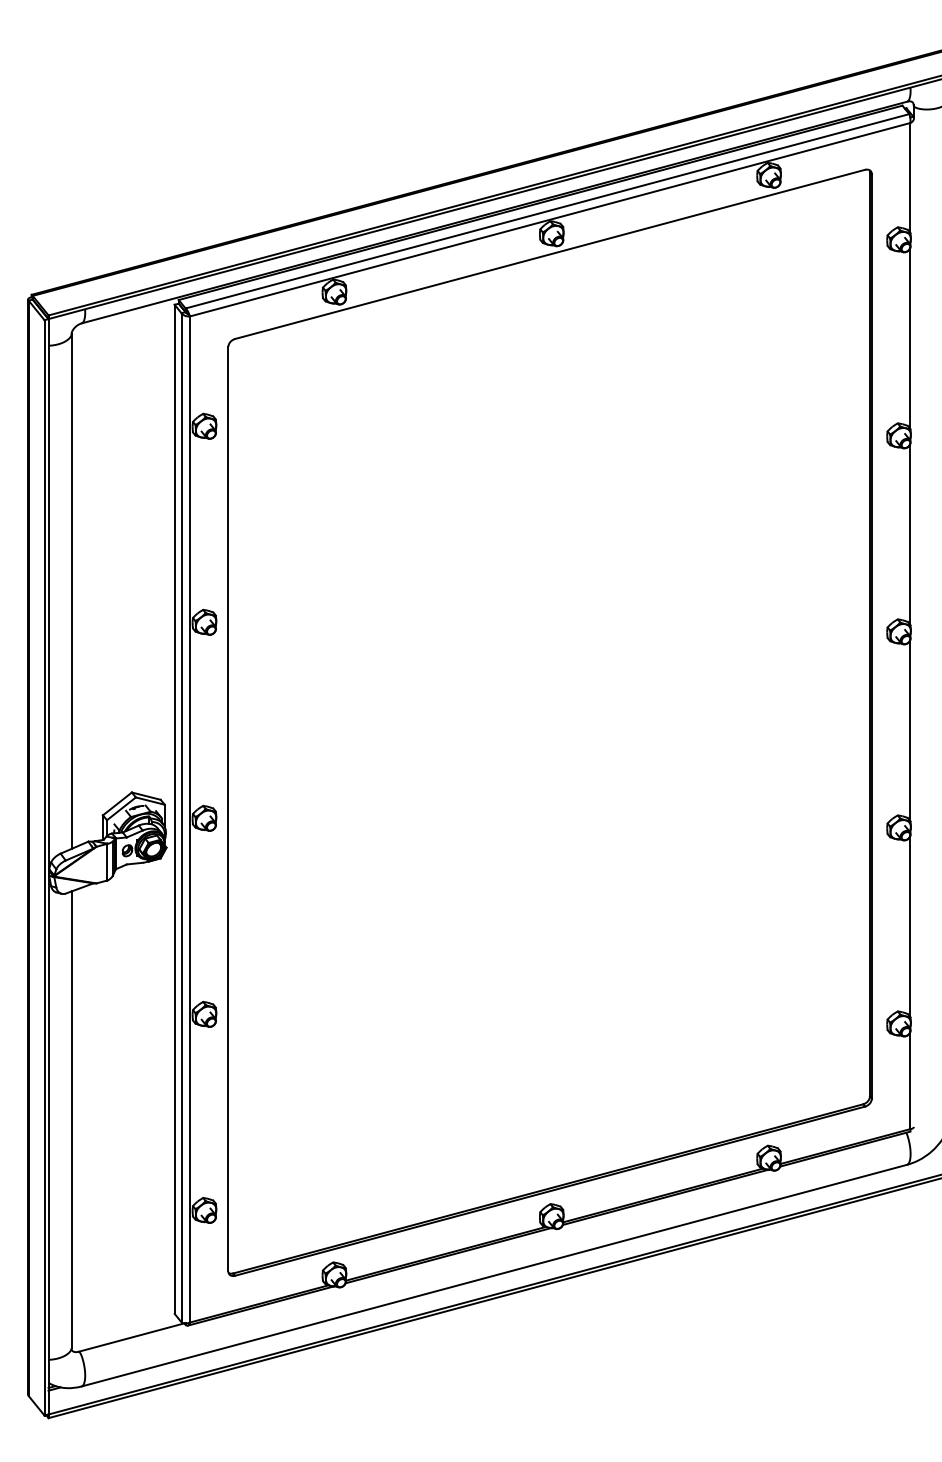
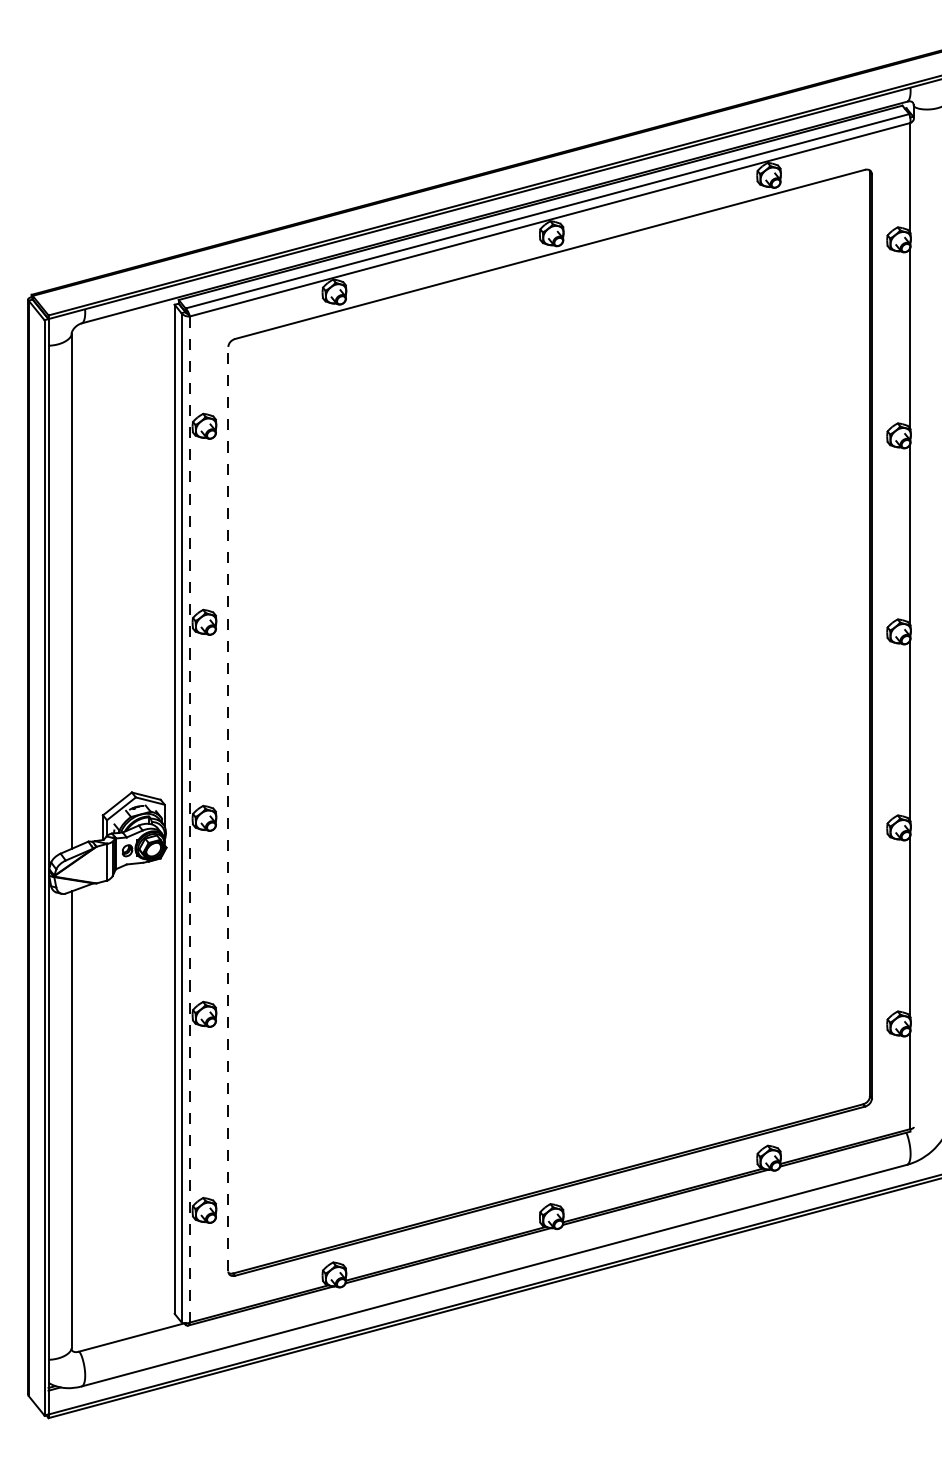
line at (228, 808): solid -> dashed
line at (189, 820): solid -> dashed
